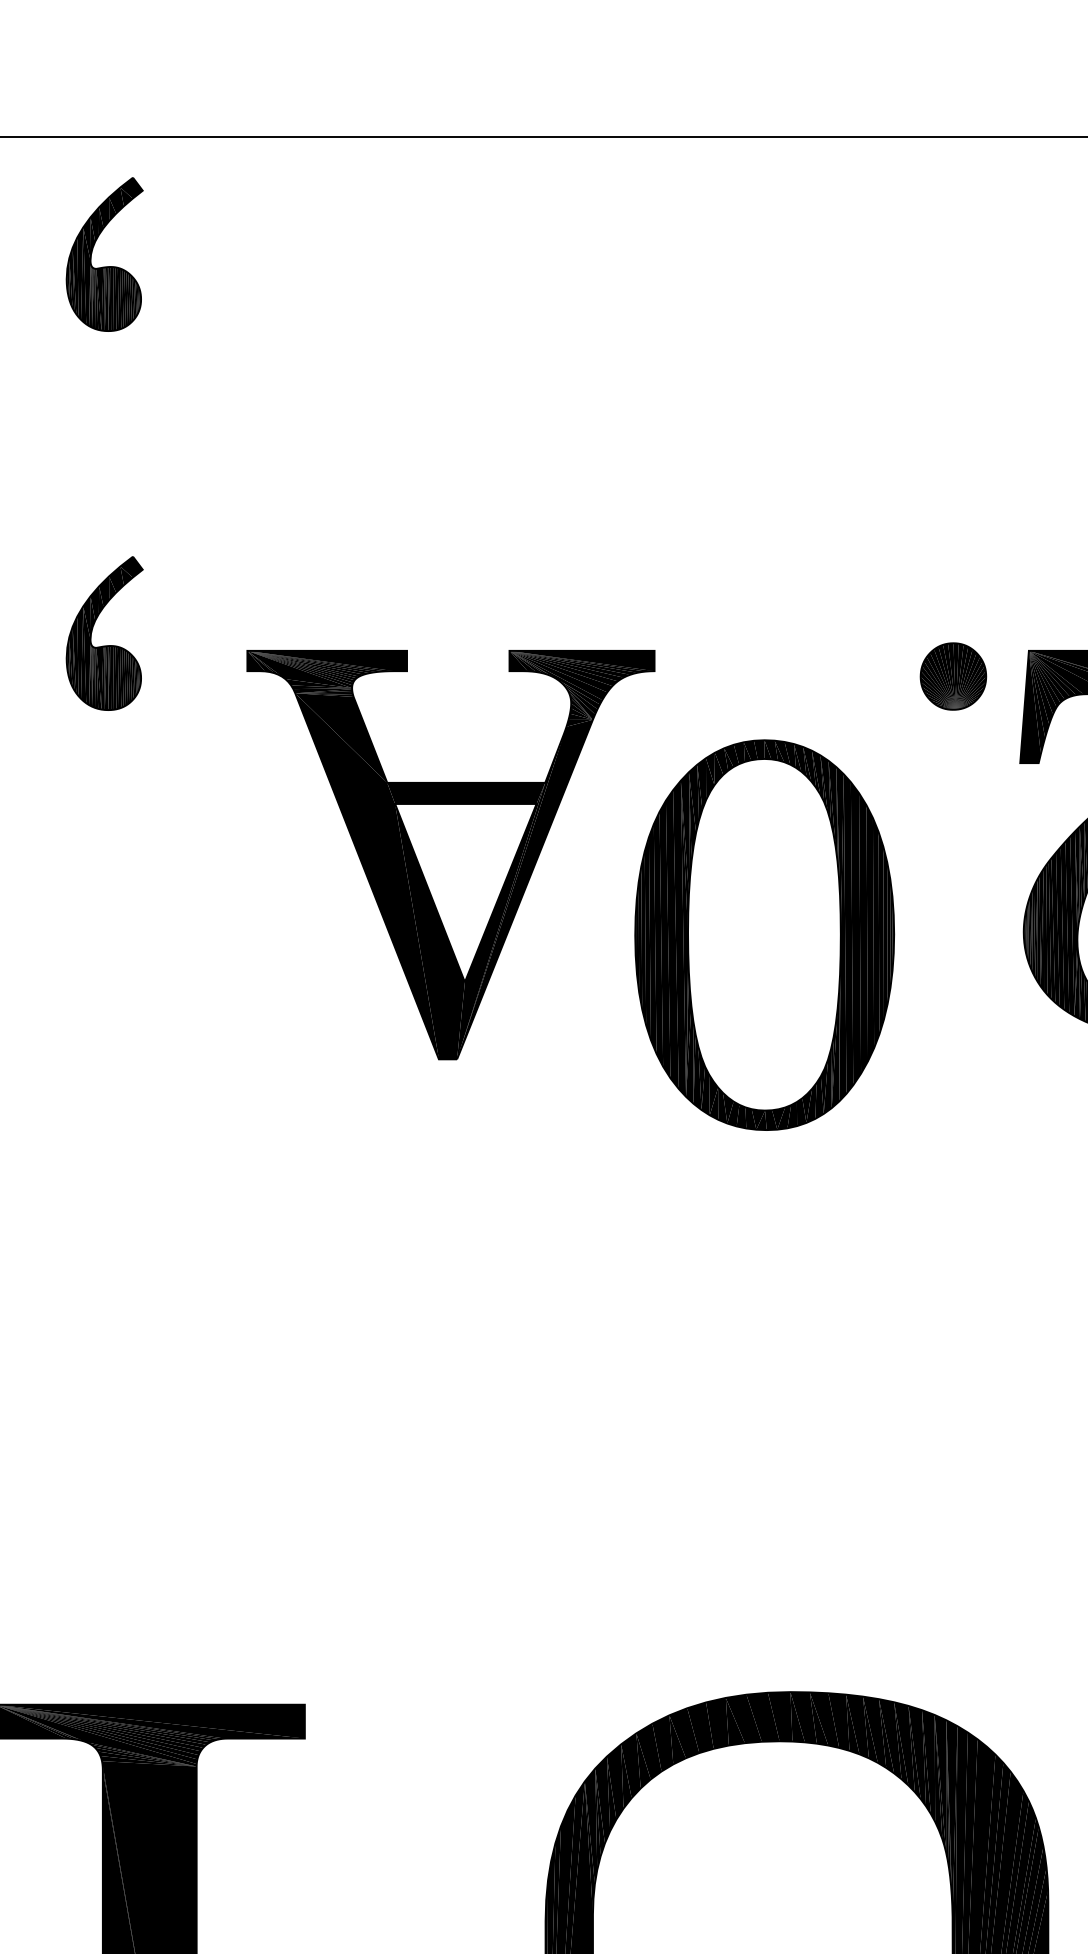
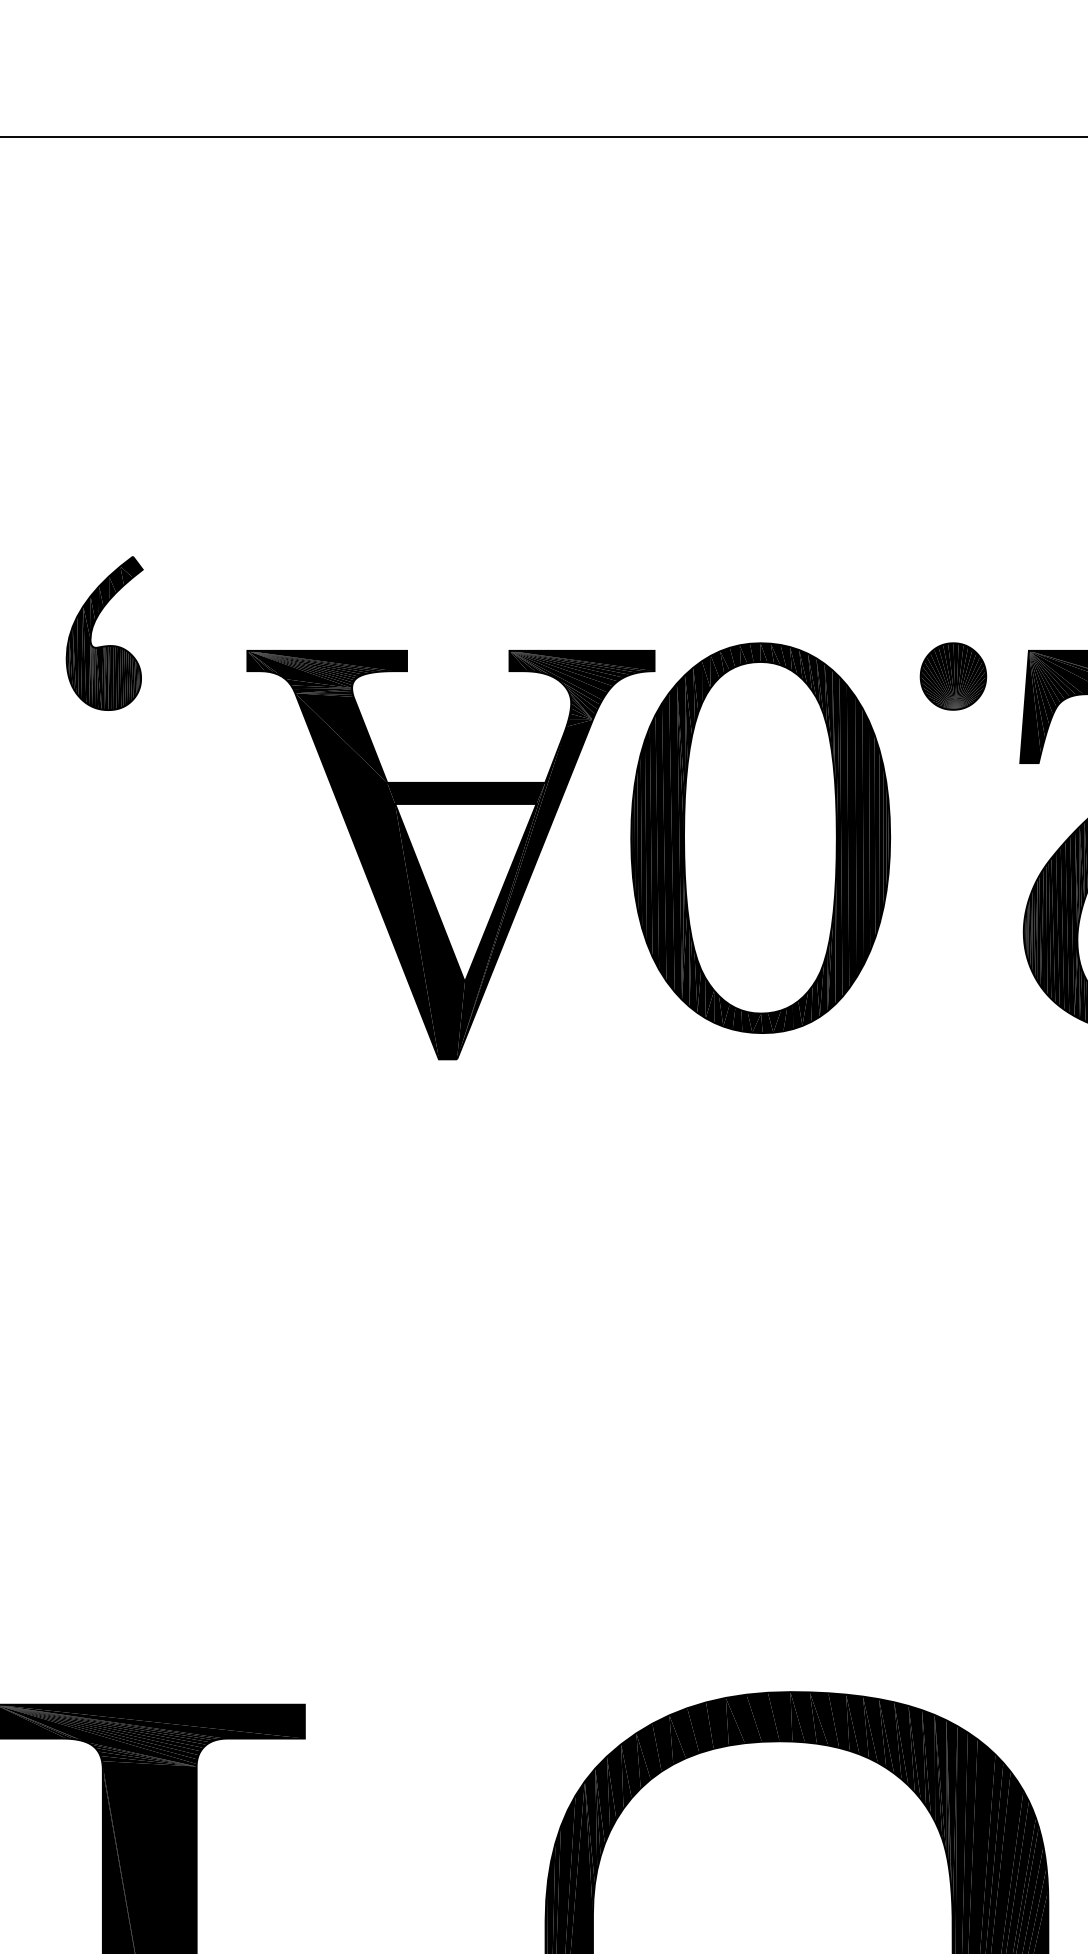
part at (104, 266): present -> none
part at (764, 934) position: (764, 934) -> (760, 837)
